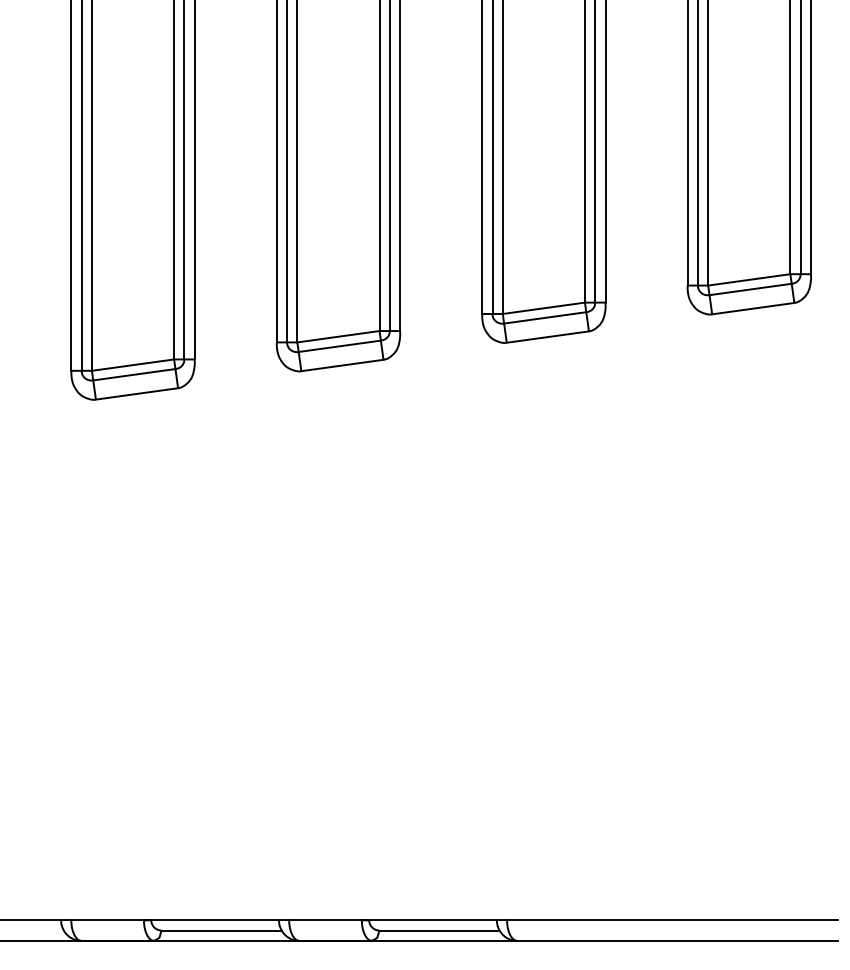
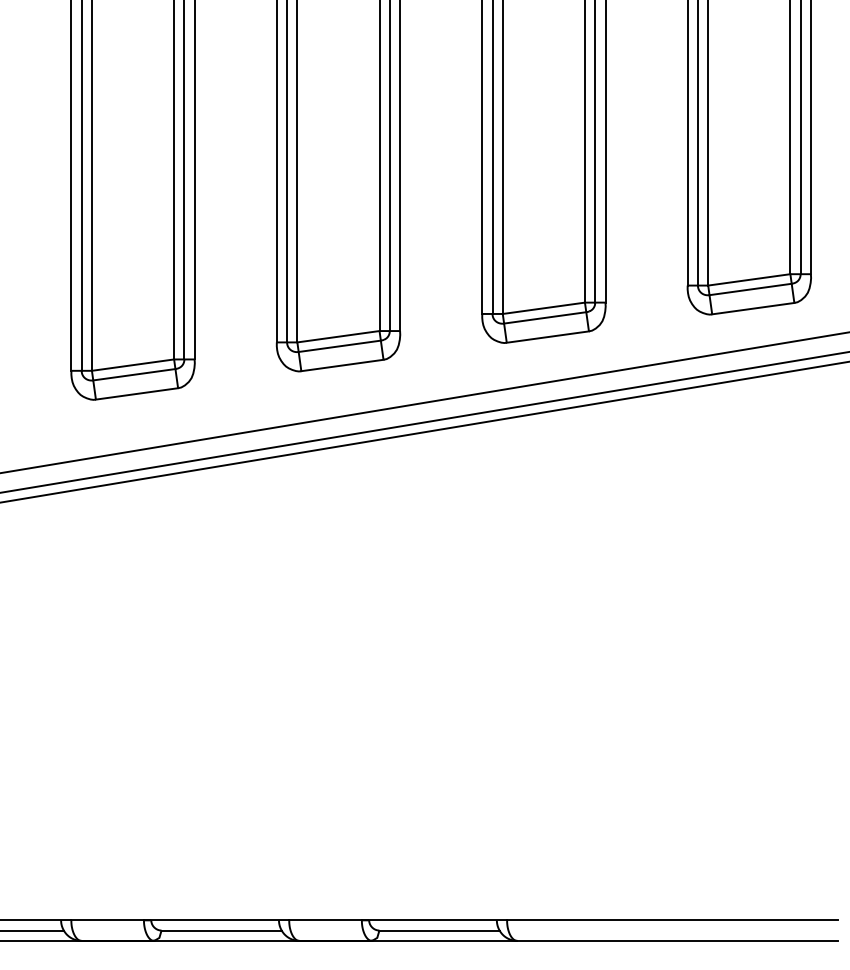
line at (424, 402): none -> present
line at (424, 422): none -> present
line at (424, 432): none -> present
line at (32, 930): none -> present
